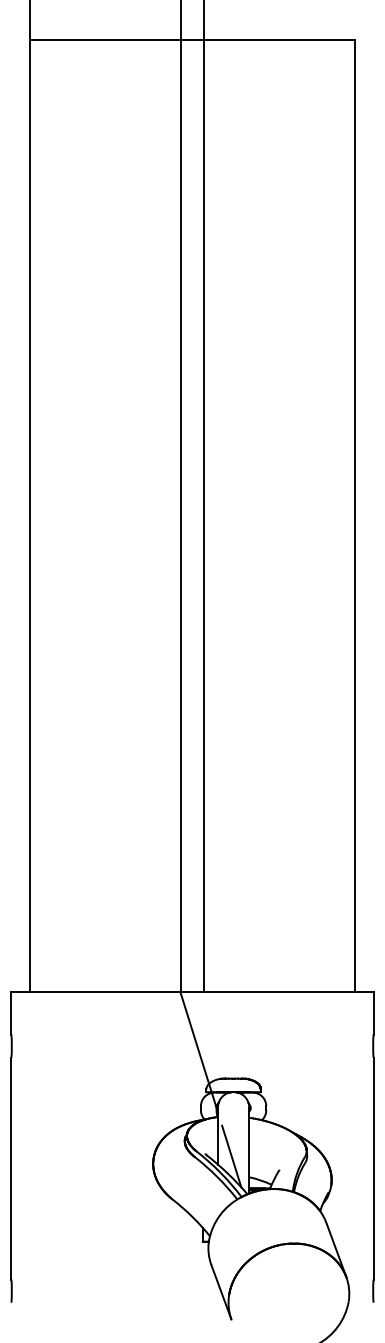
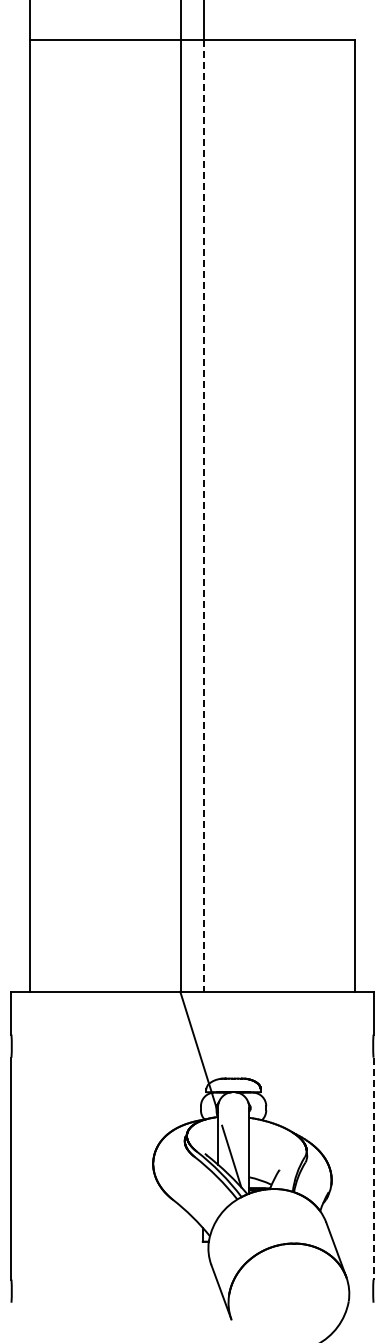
line at (204, 516): solid -> dashed
line at (373, 1168): solid -> dashed
